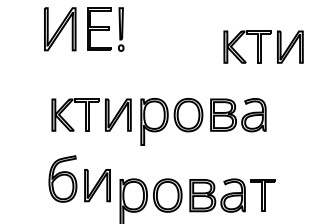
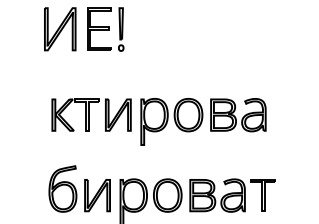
part at (263, 46): present -> none
part at (79, 178) position: (79, 178) -> (79, 188)
